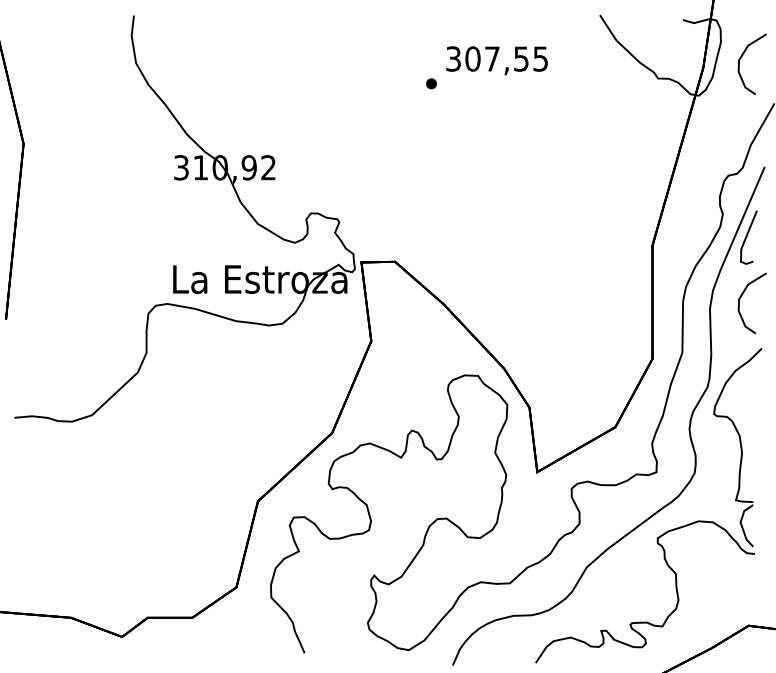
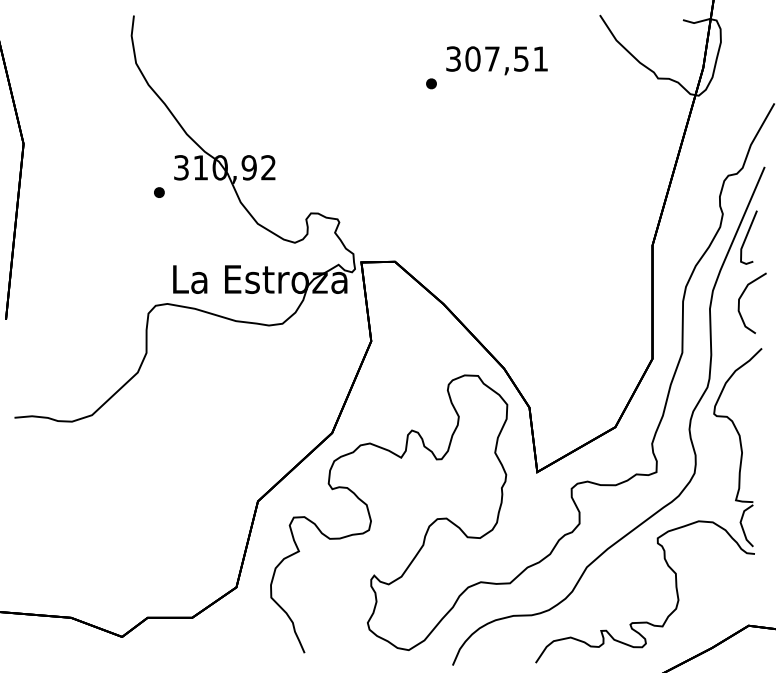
text at (540, 58): 307,55 -> 307,51
curve at (741, 58): present -> none
part at (159, 192): none -> present
